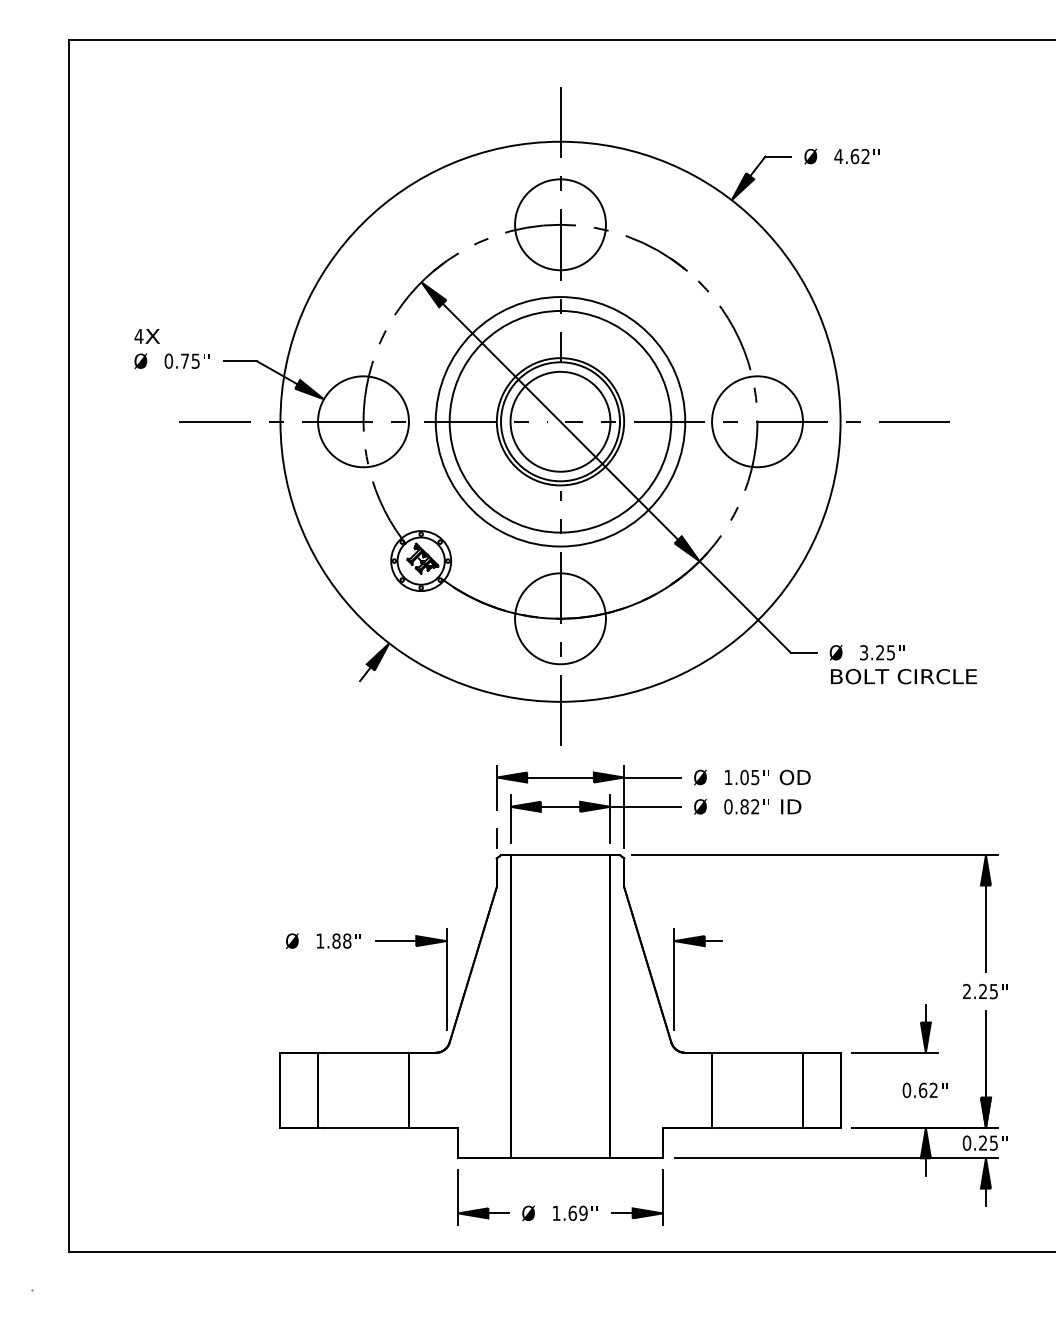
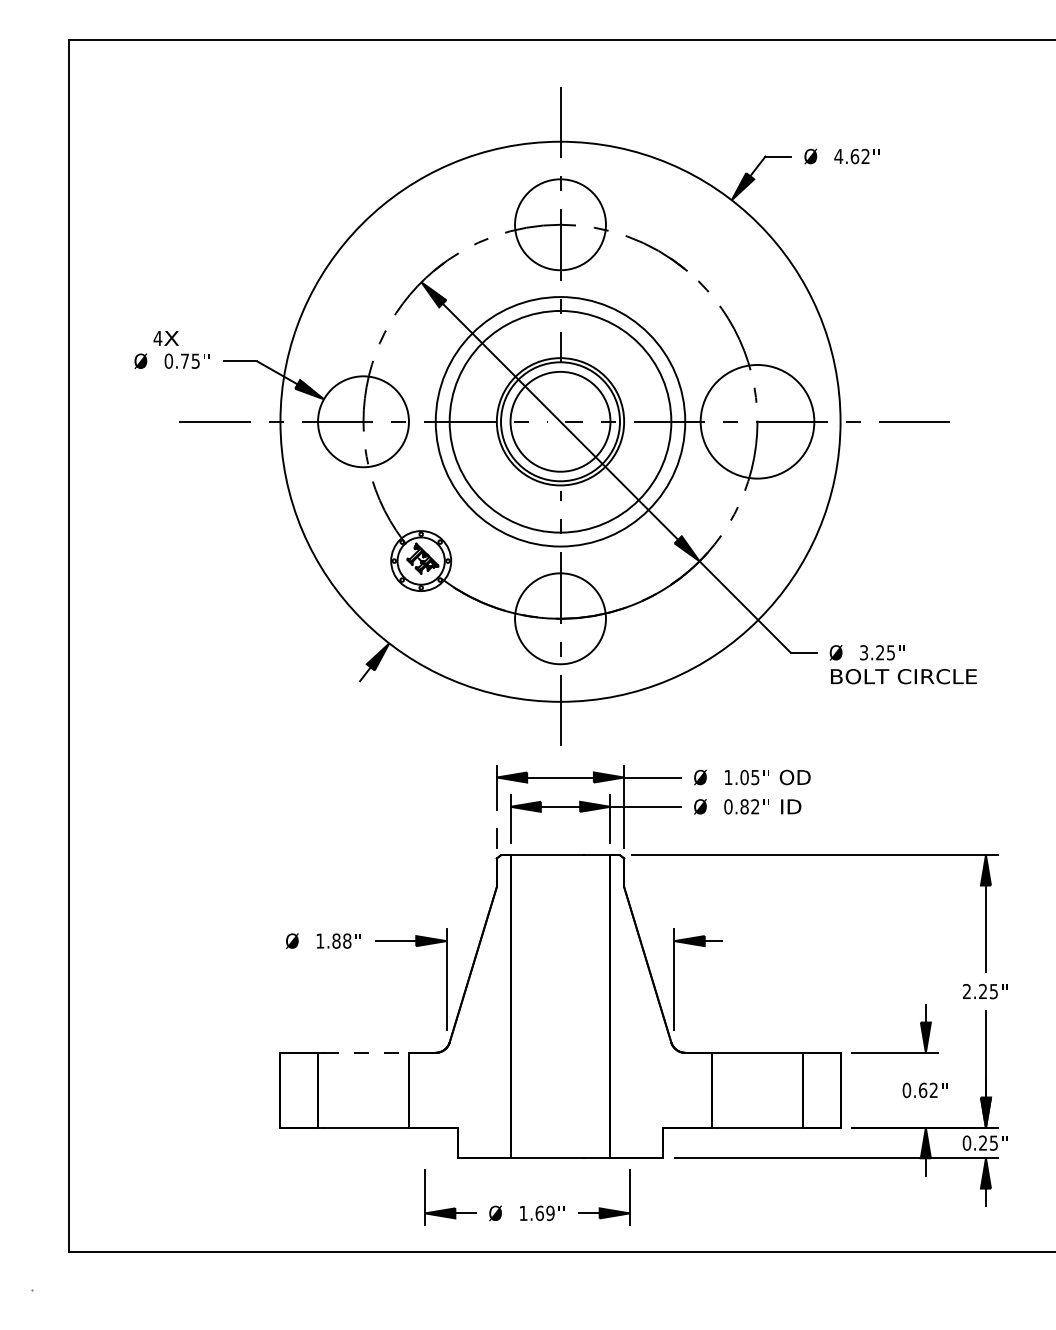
text at (146, 336) position: (146, 336) -> (165, 338)
circle at (757, 421) diameter: 91 px -> 114 px
line at (366, 1052): solid -> dashed
part at (557, 1206) position: (557, 1206) -> (524, 1206)
